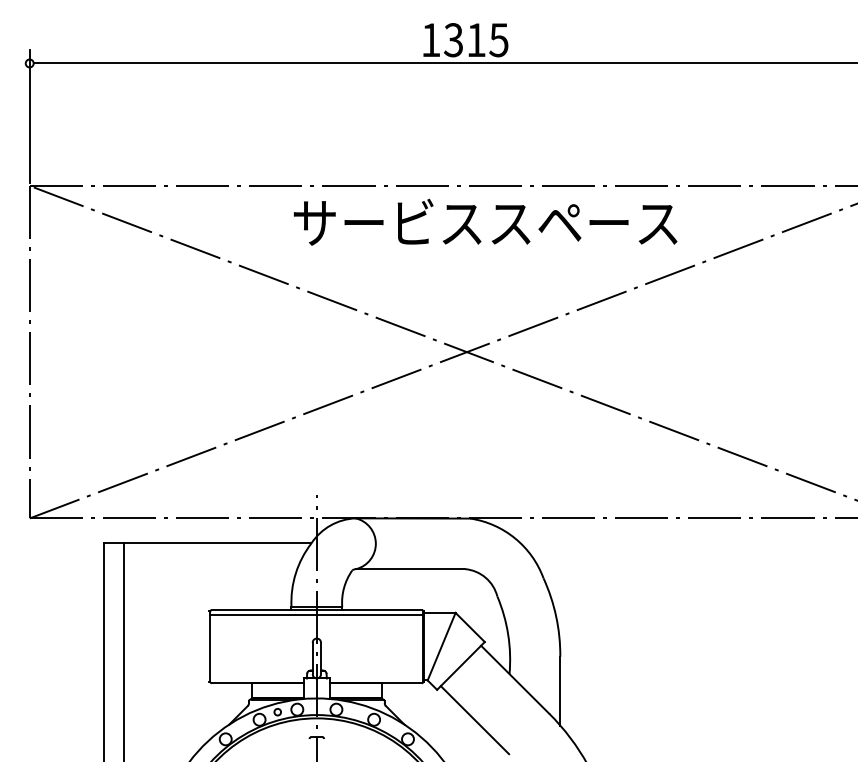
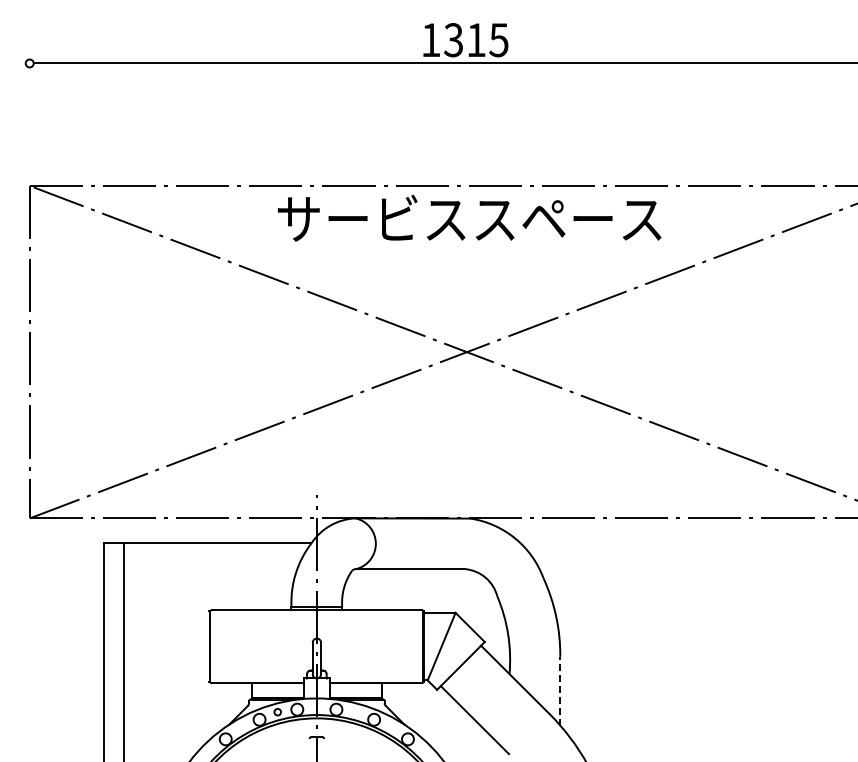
line at (29, 116): present -> none
text at (485, 221) position: (485, 221) -> (469, 217)
line at (316, 615): present -> none
line at (560, 690): solid -> dashed
